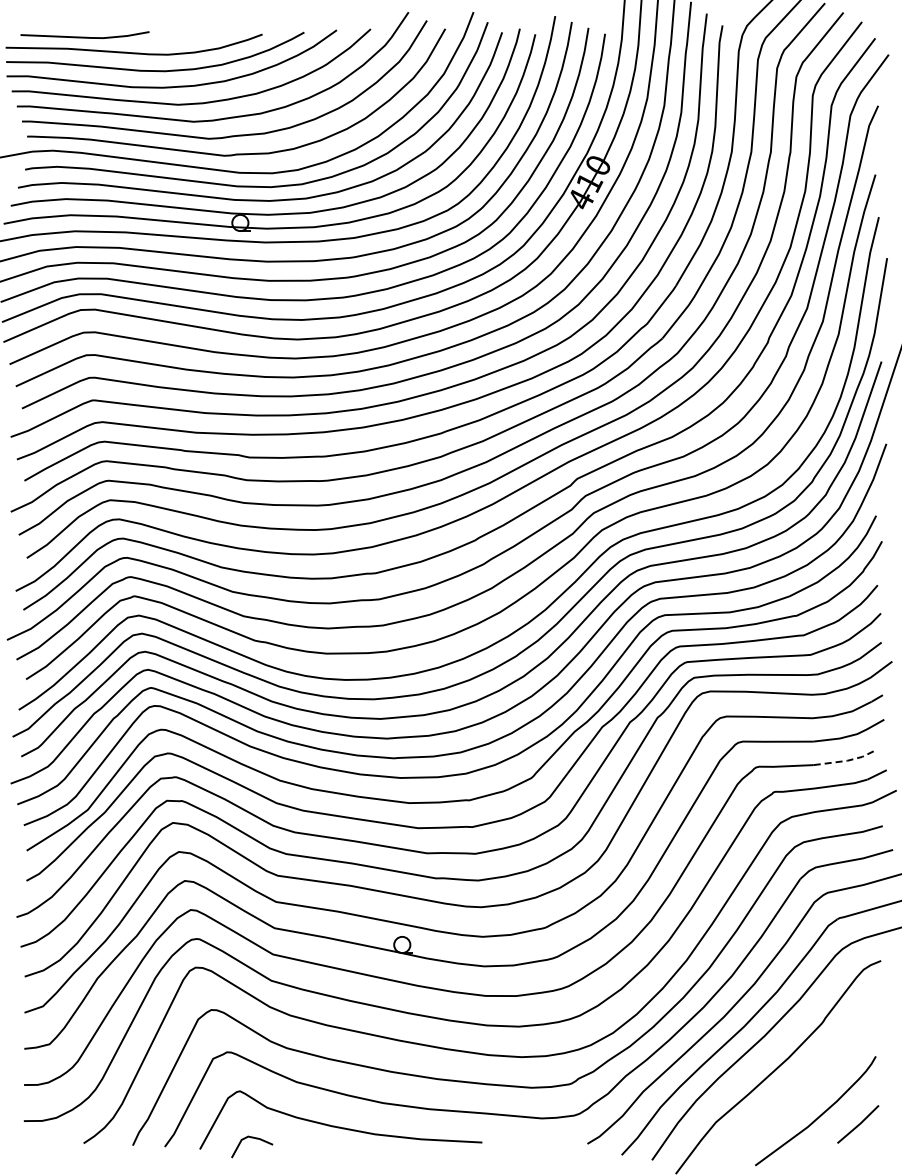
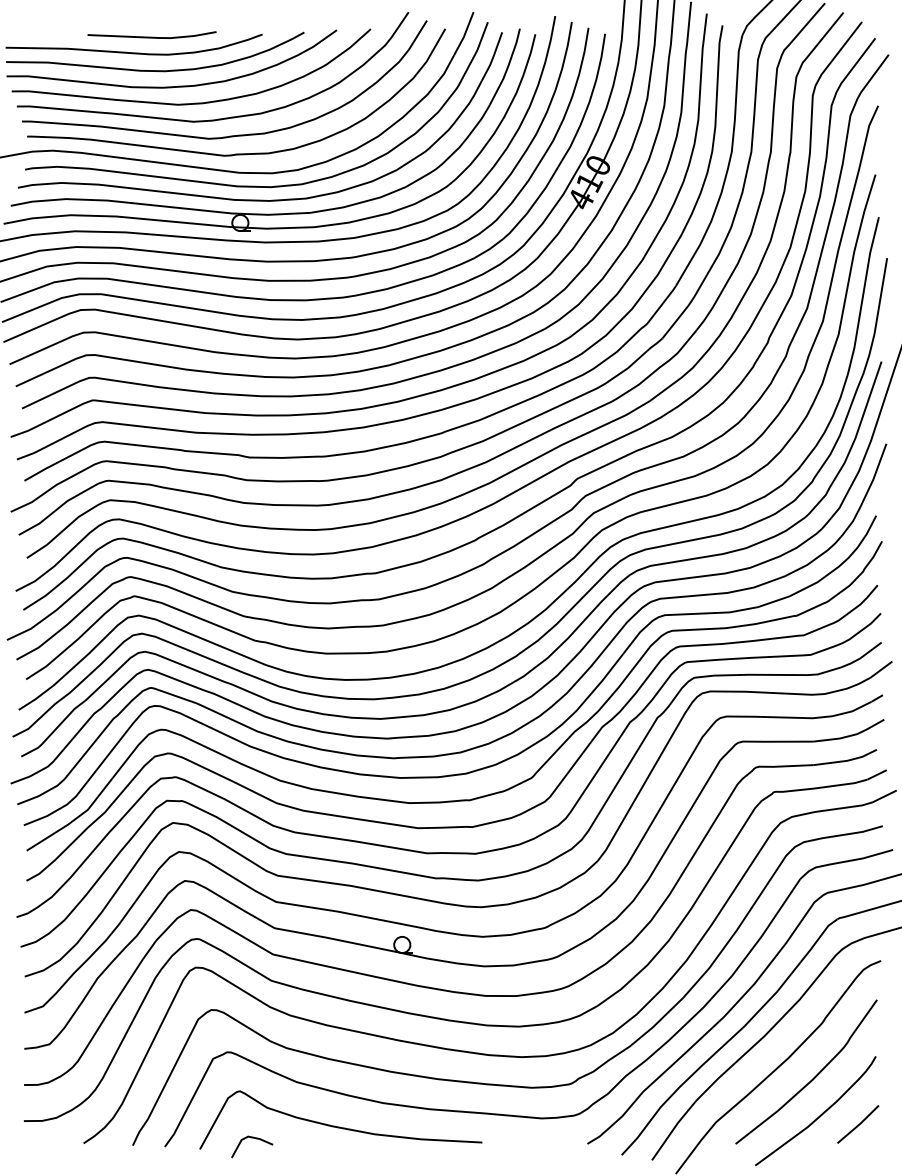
line at (84, 36) position: (84, 36) -> (151, 36)
line at (847, 760): dashed -> solid
curve at (813, 1077): none -> present
